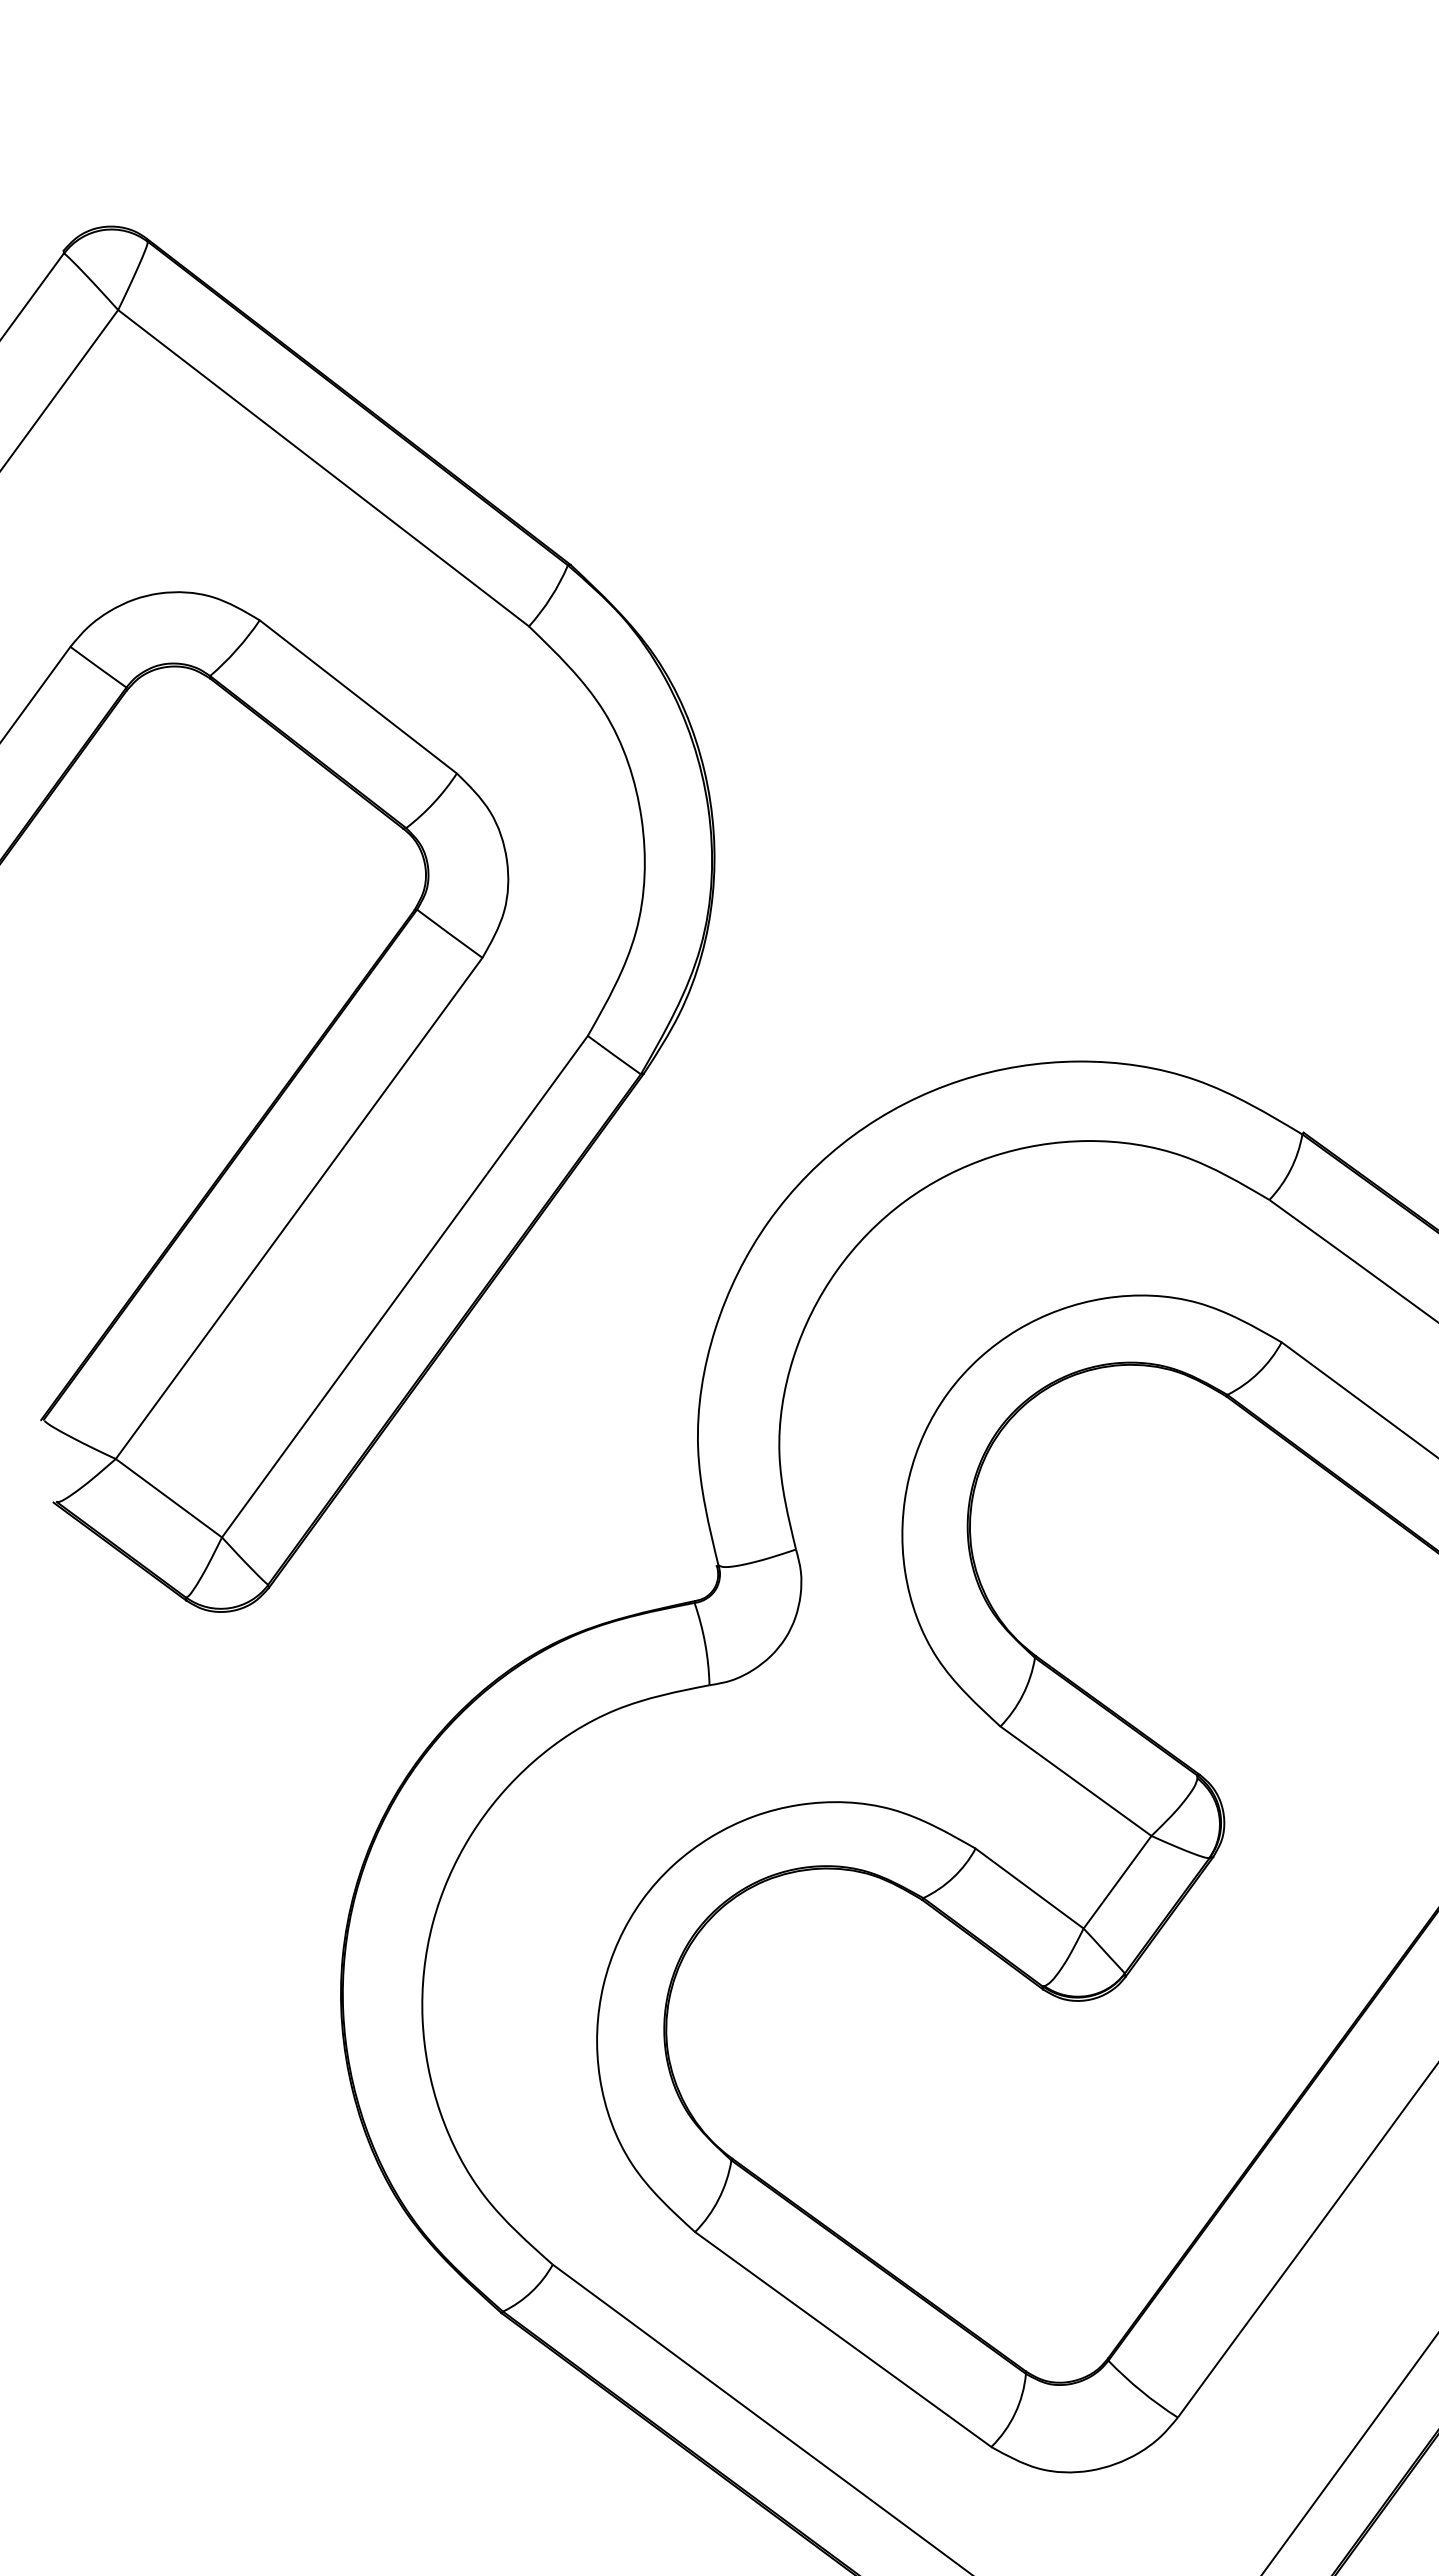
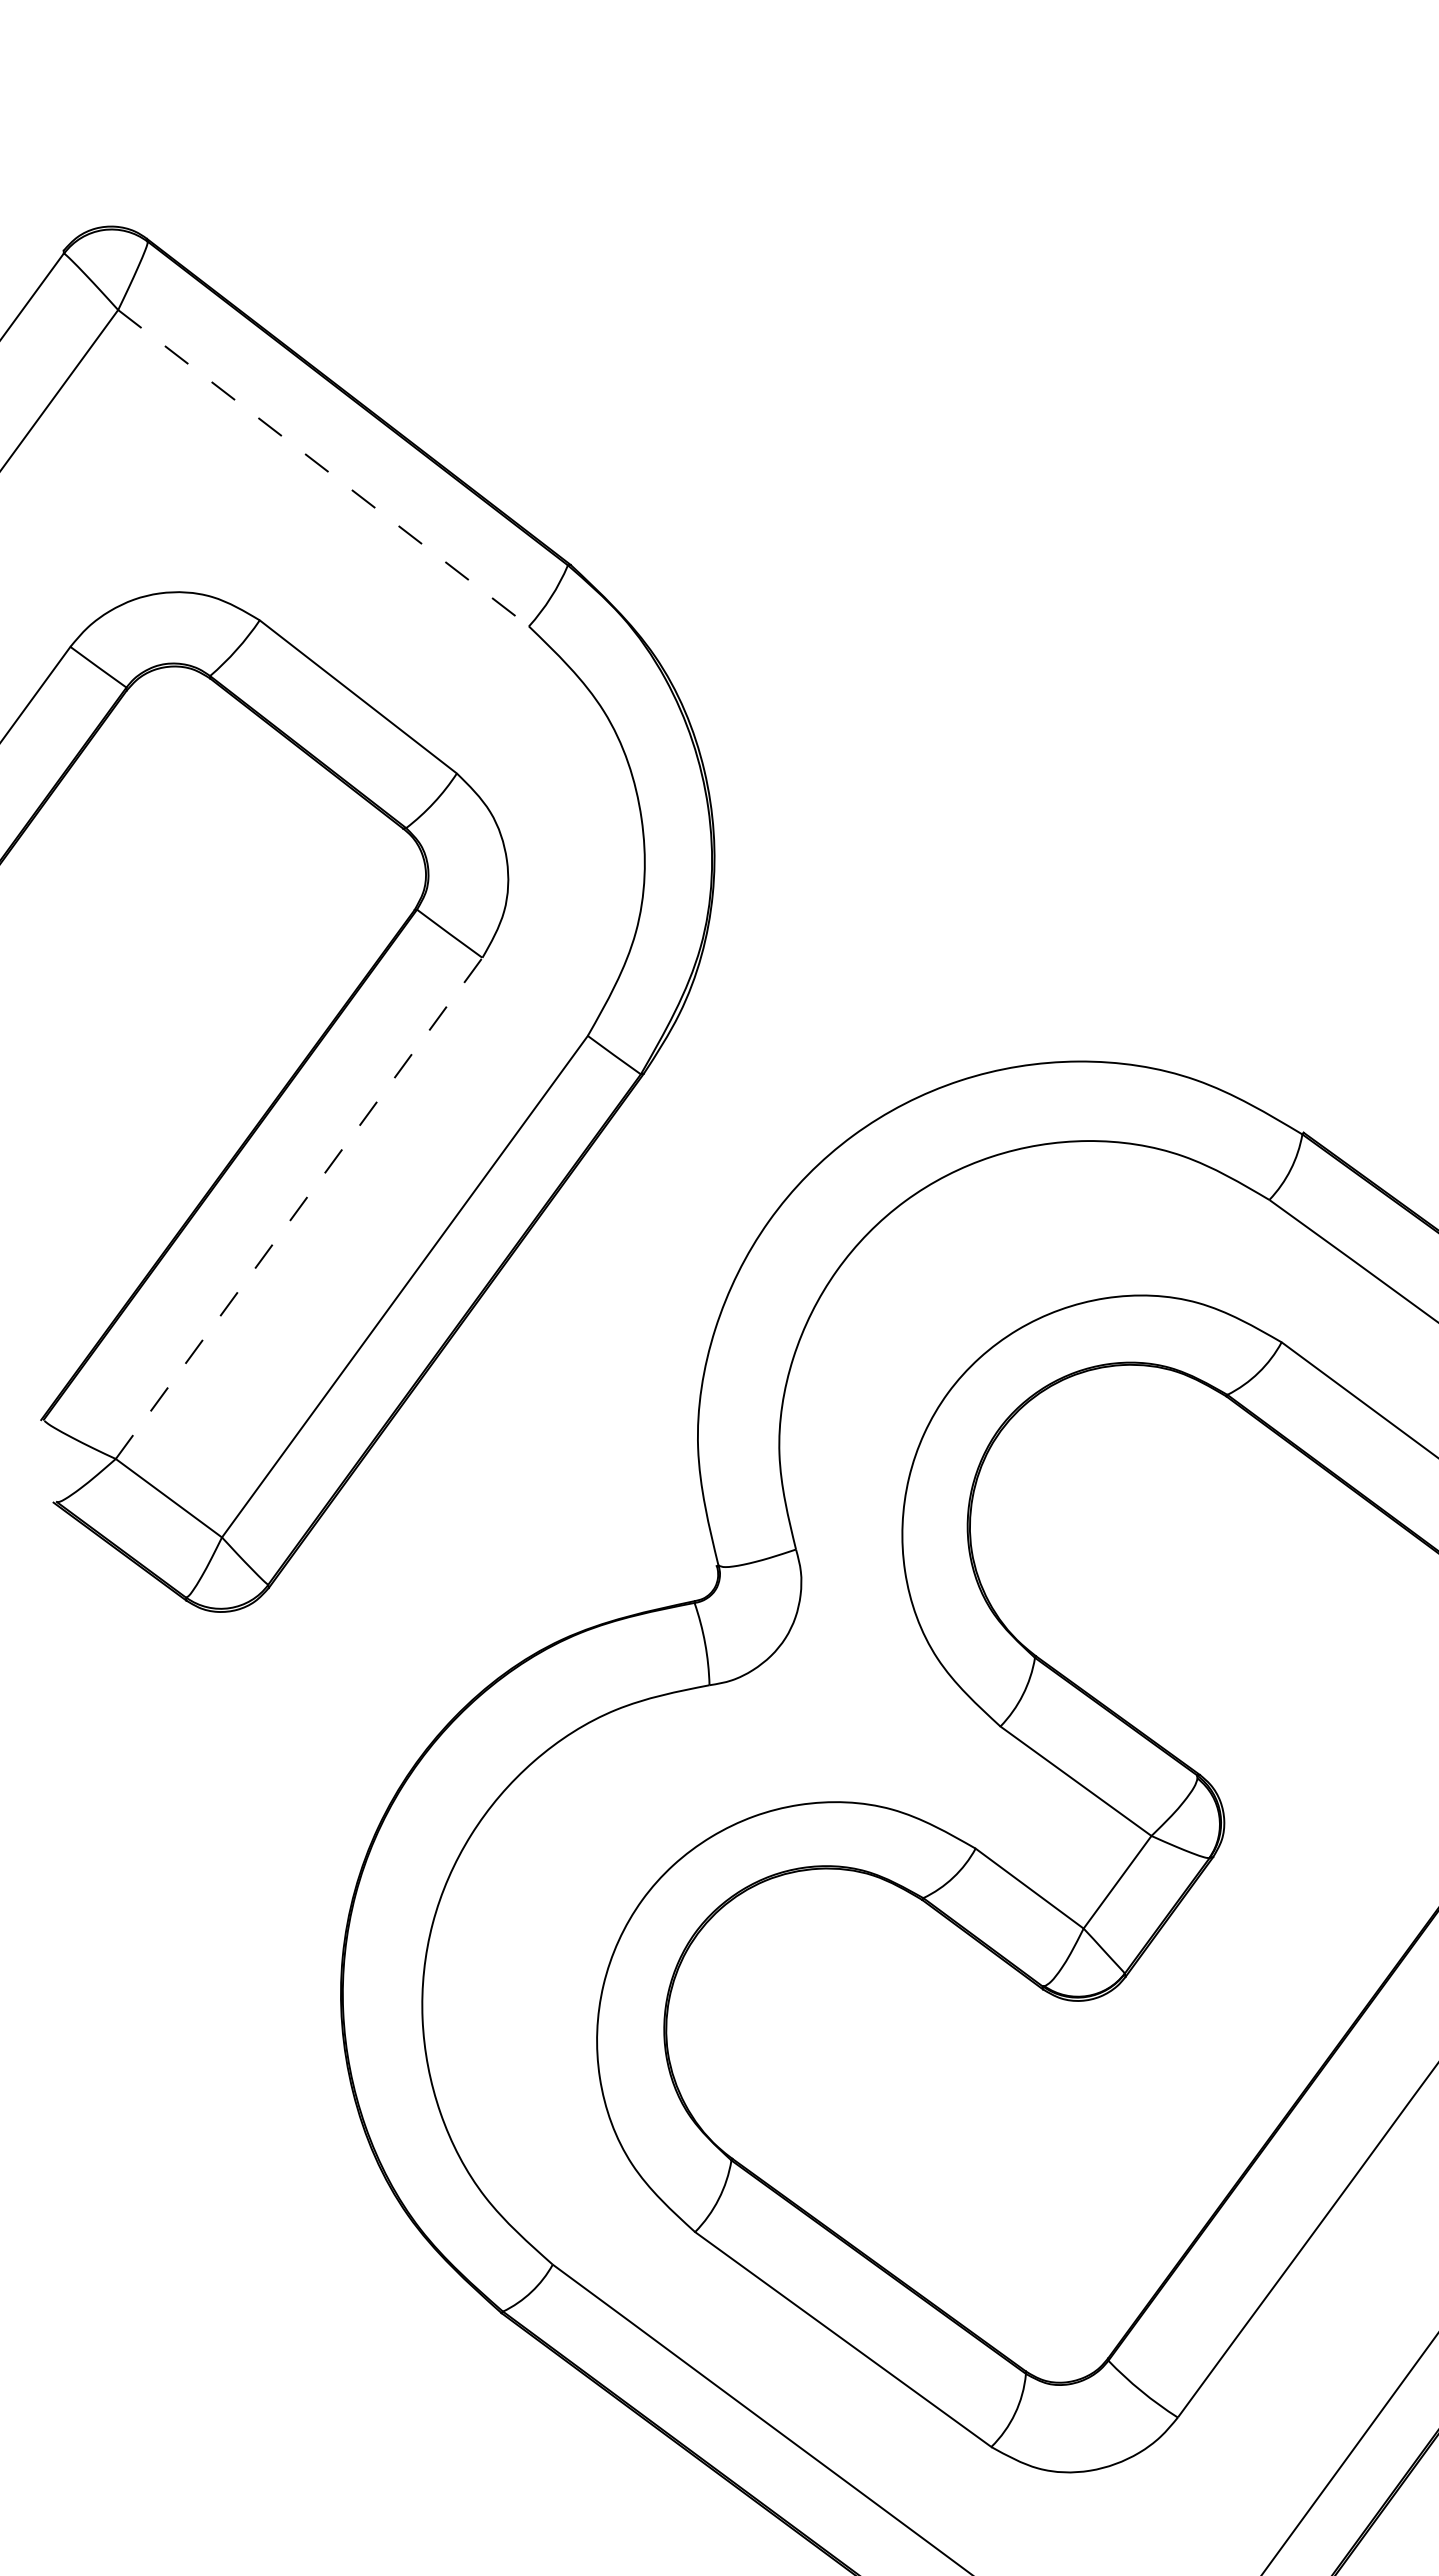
line at (323, 468): solid -> dashed
line at (299, 1208): solid -> dashed
